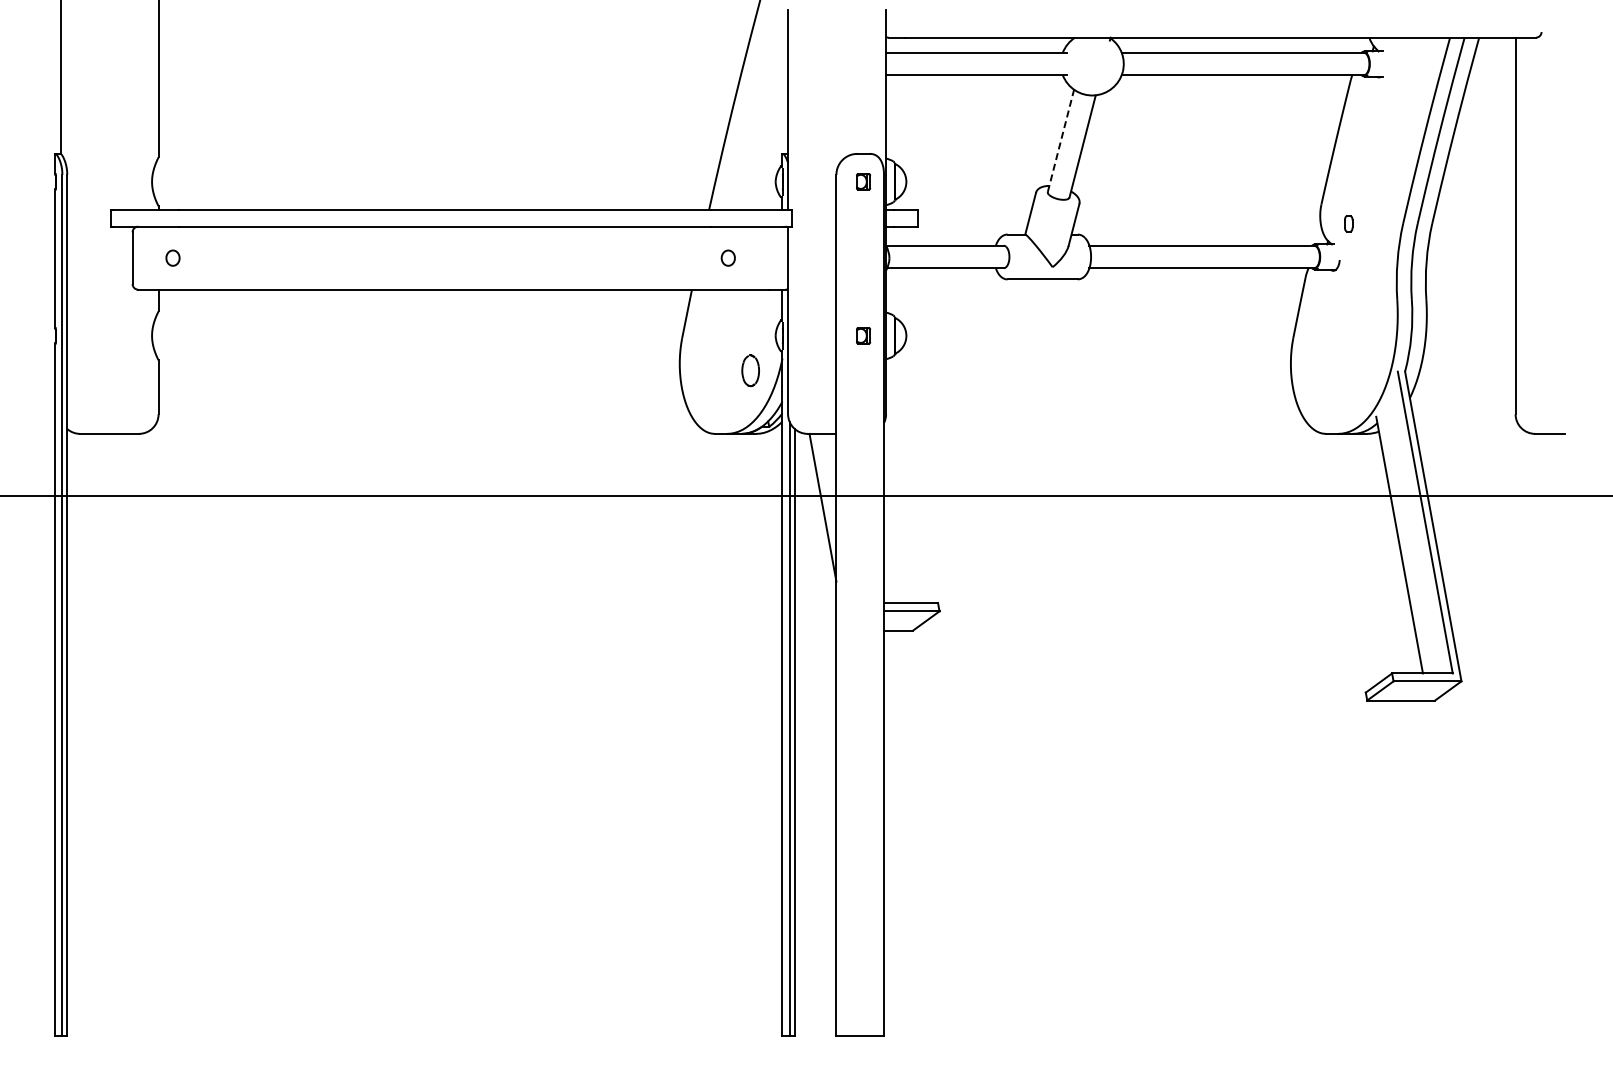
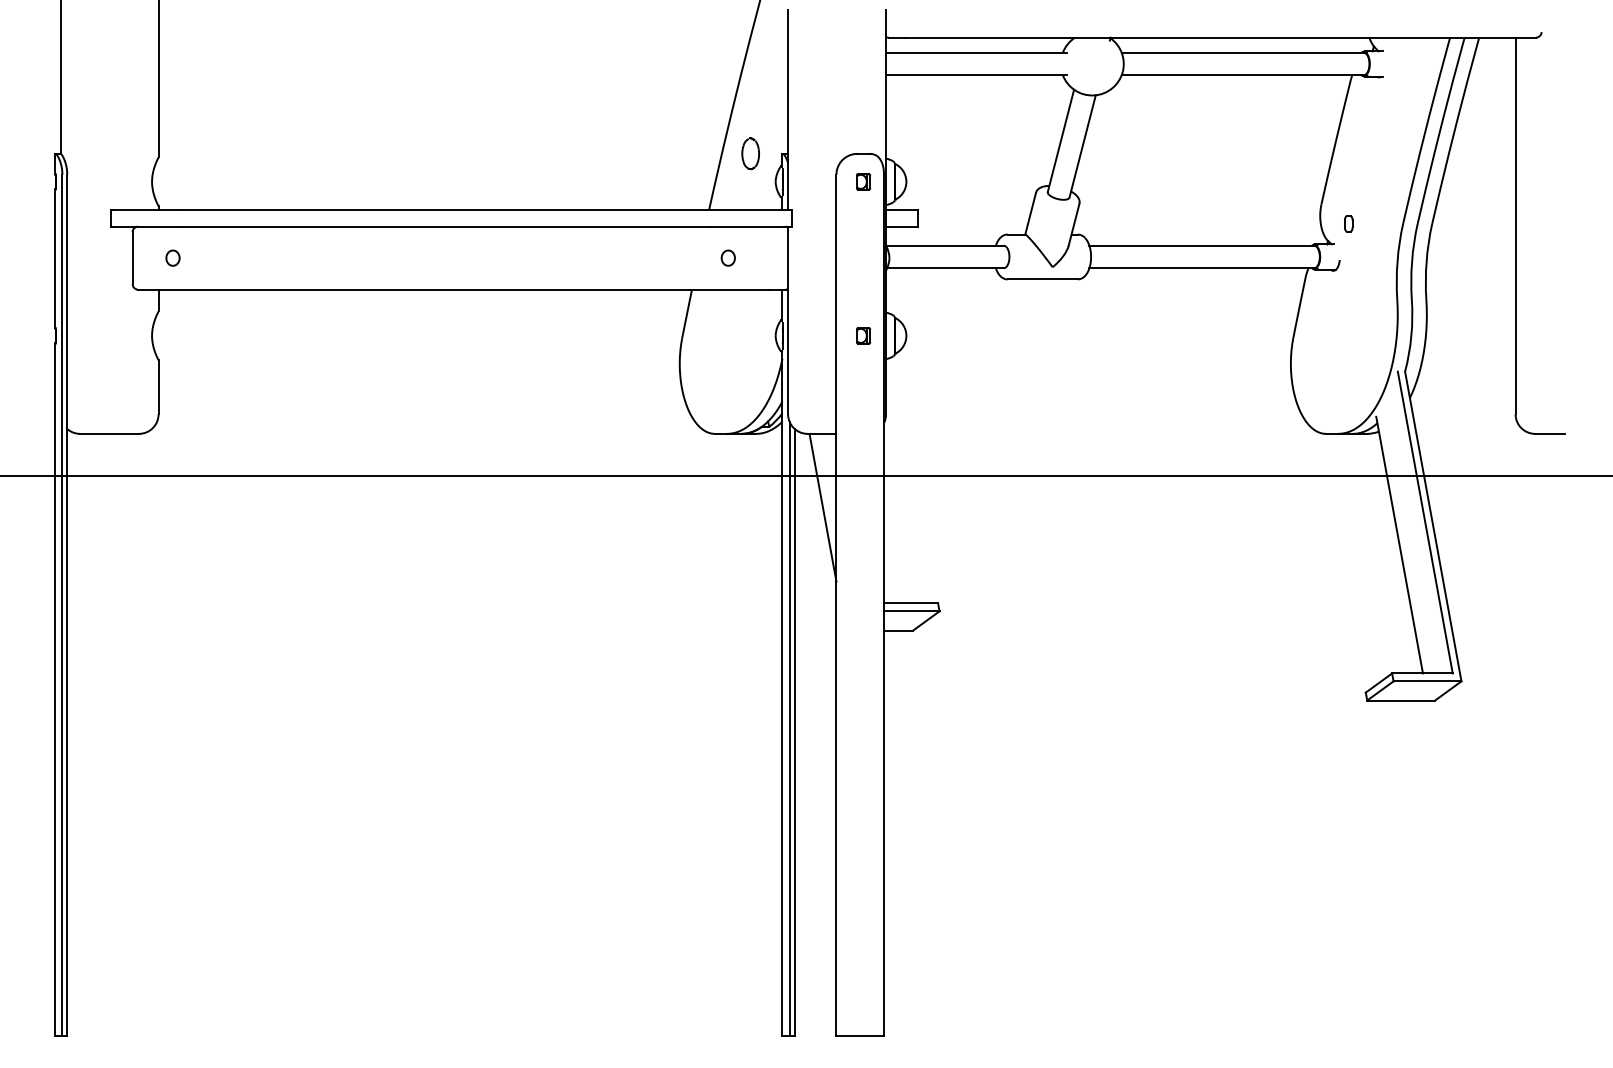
line at (1060, 140): dashed -> solid
part at (750, 370) position: (750, 370) -> (750, 153)
line at (805, 495) position: (805, 495) -> (805, 475)
